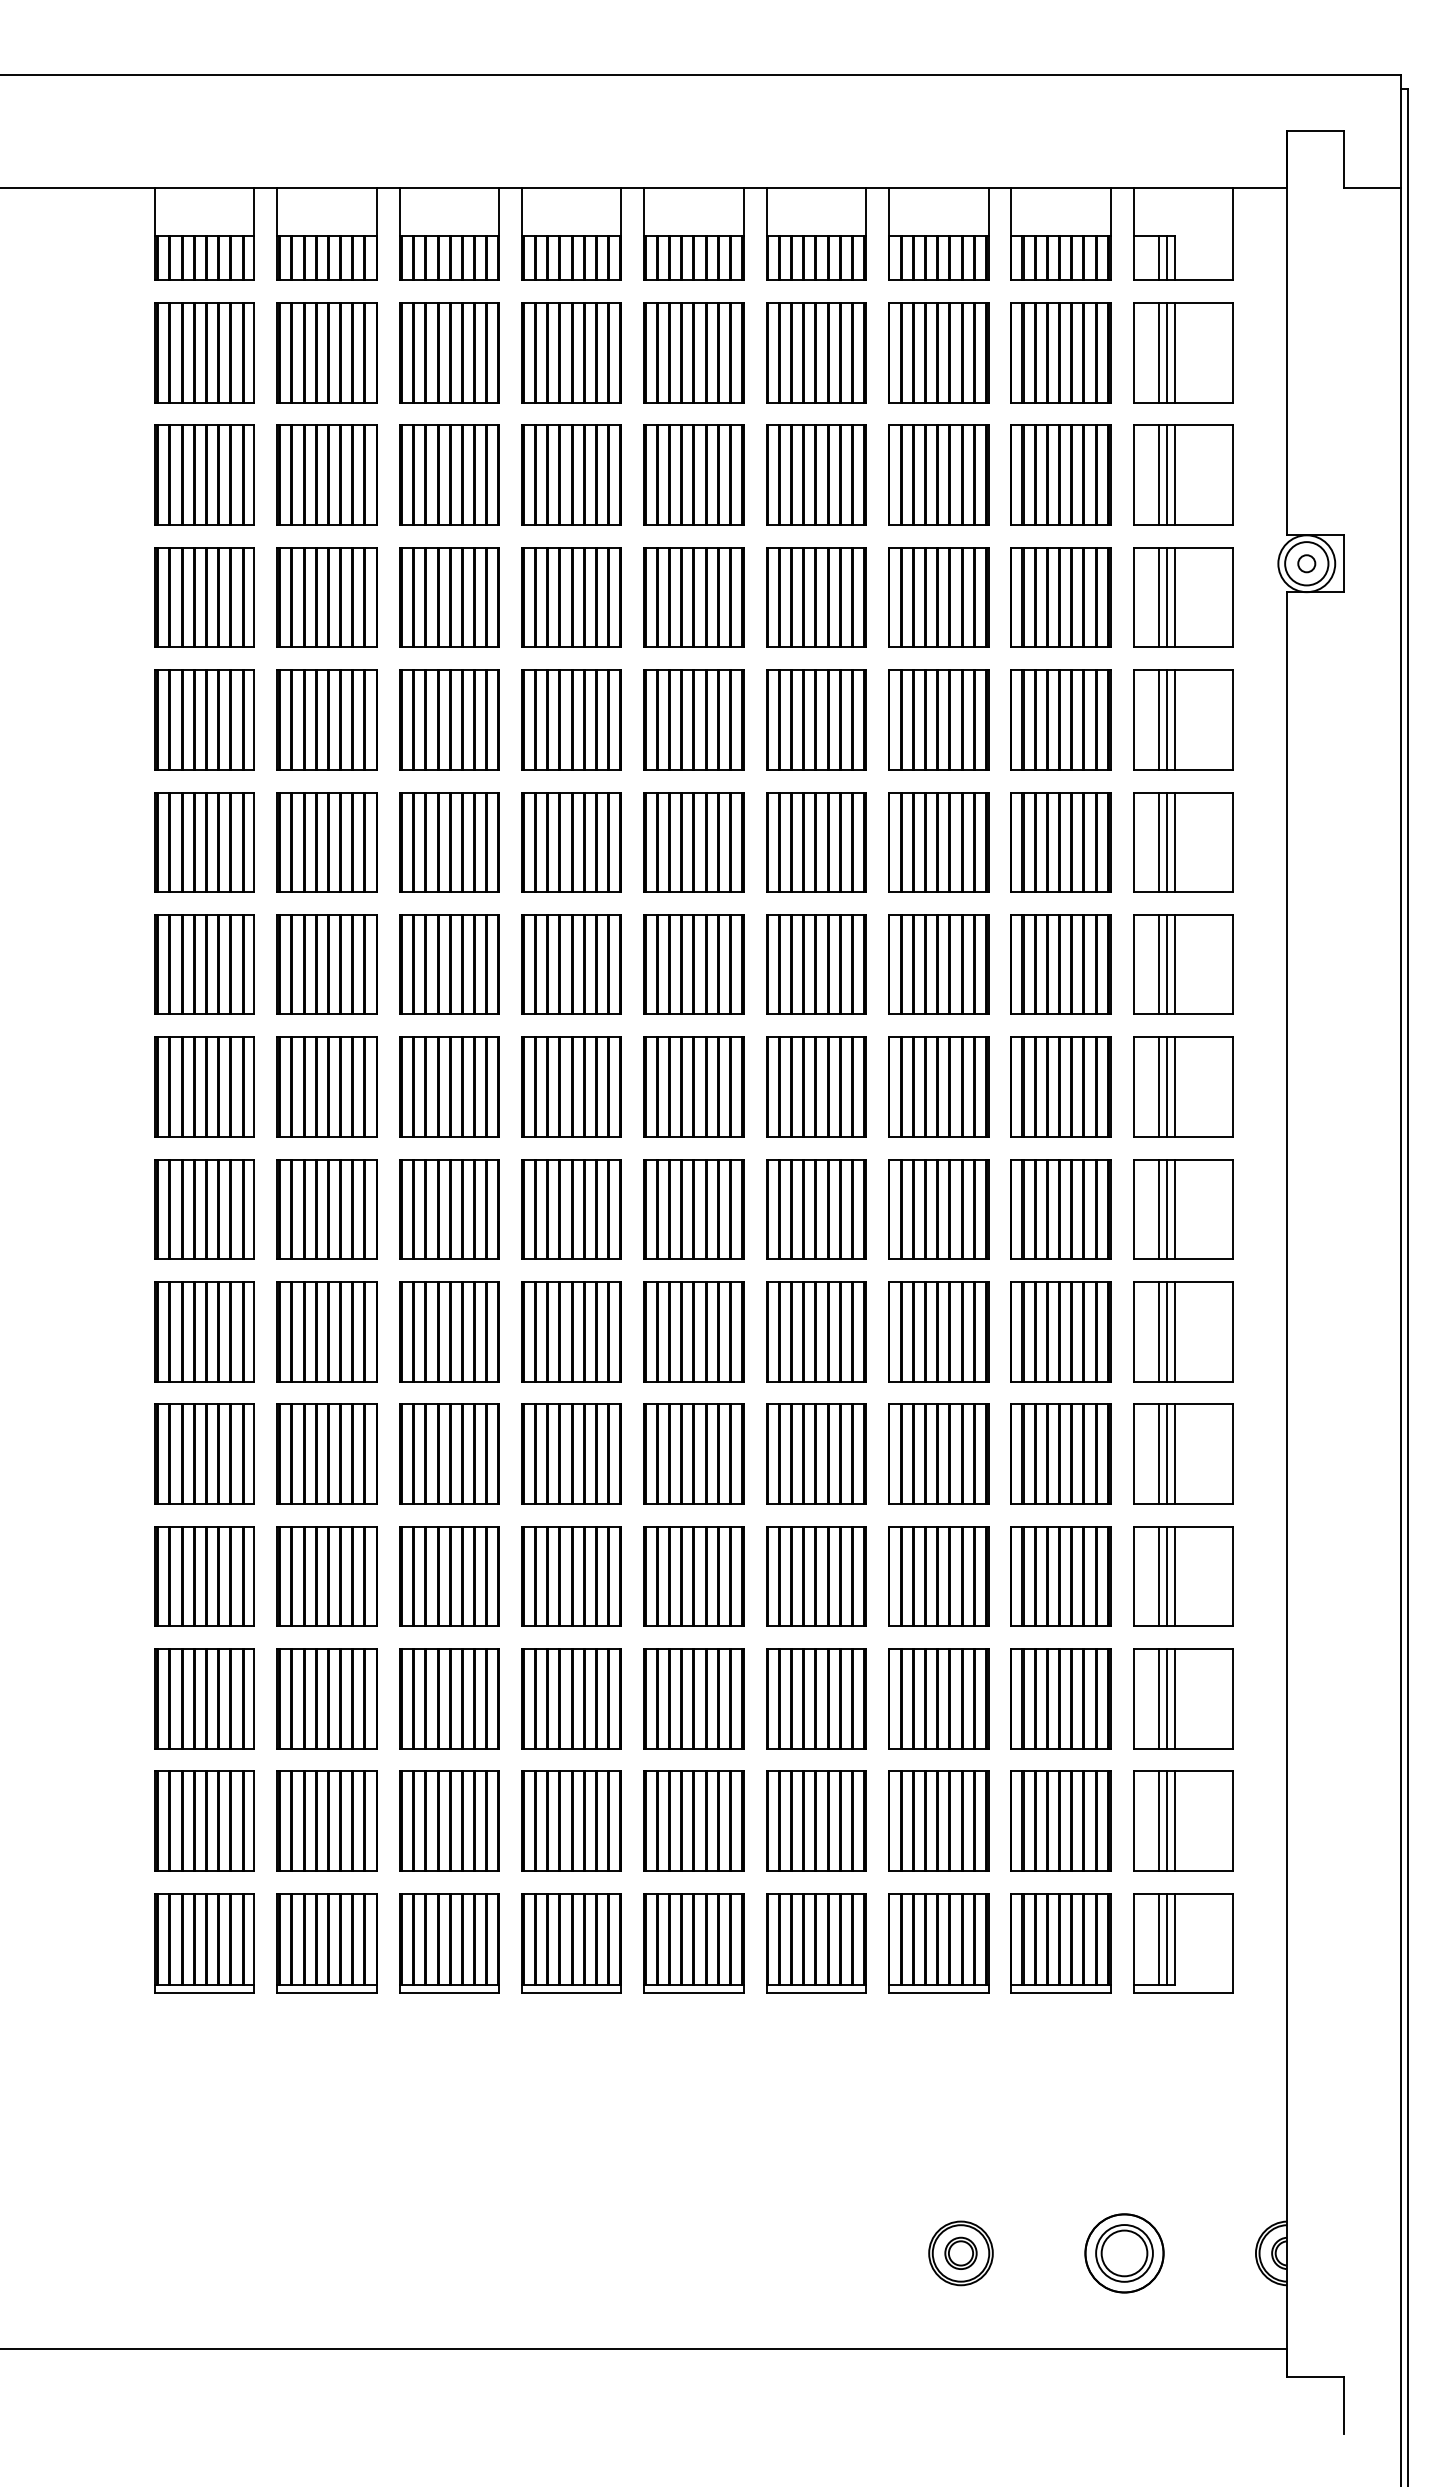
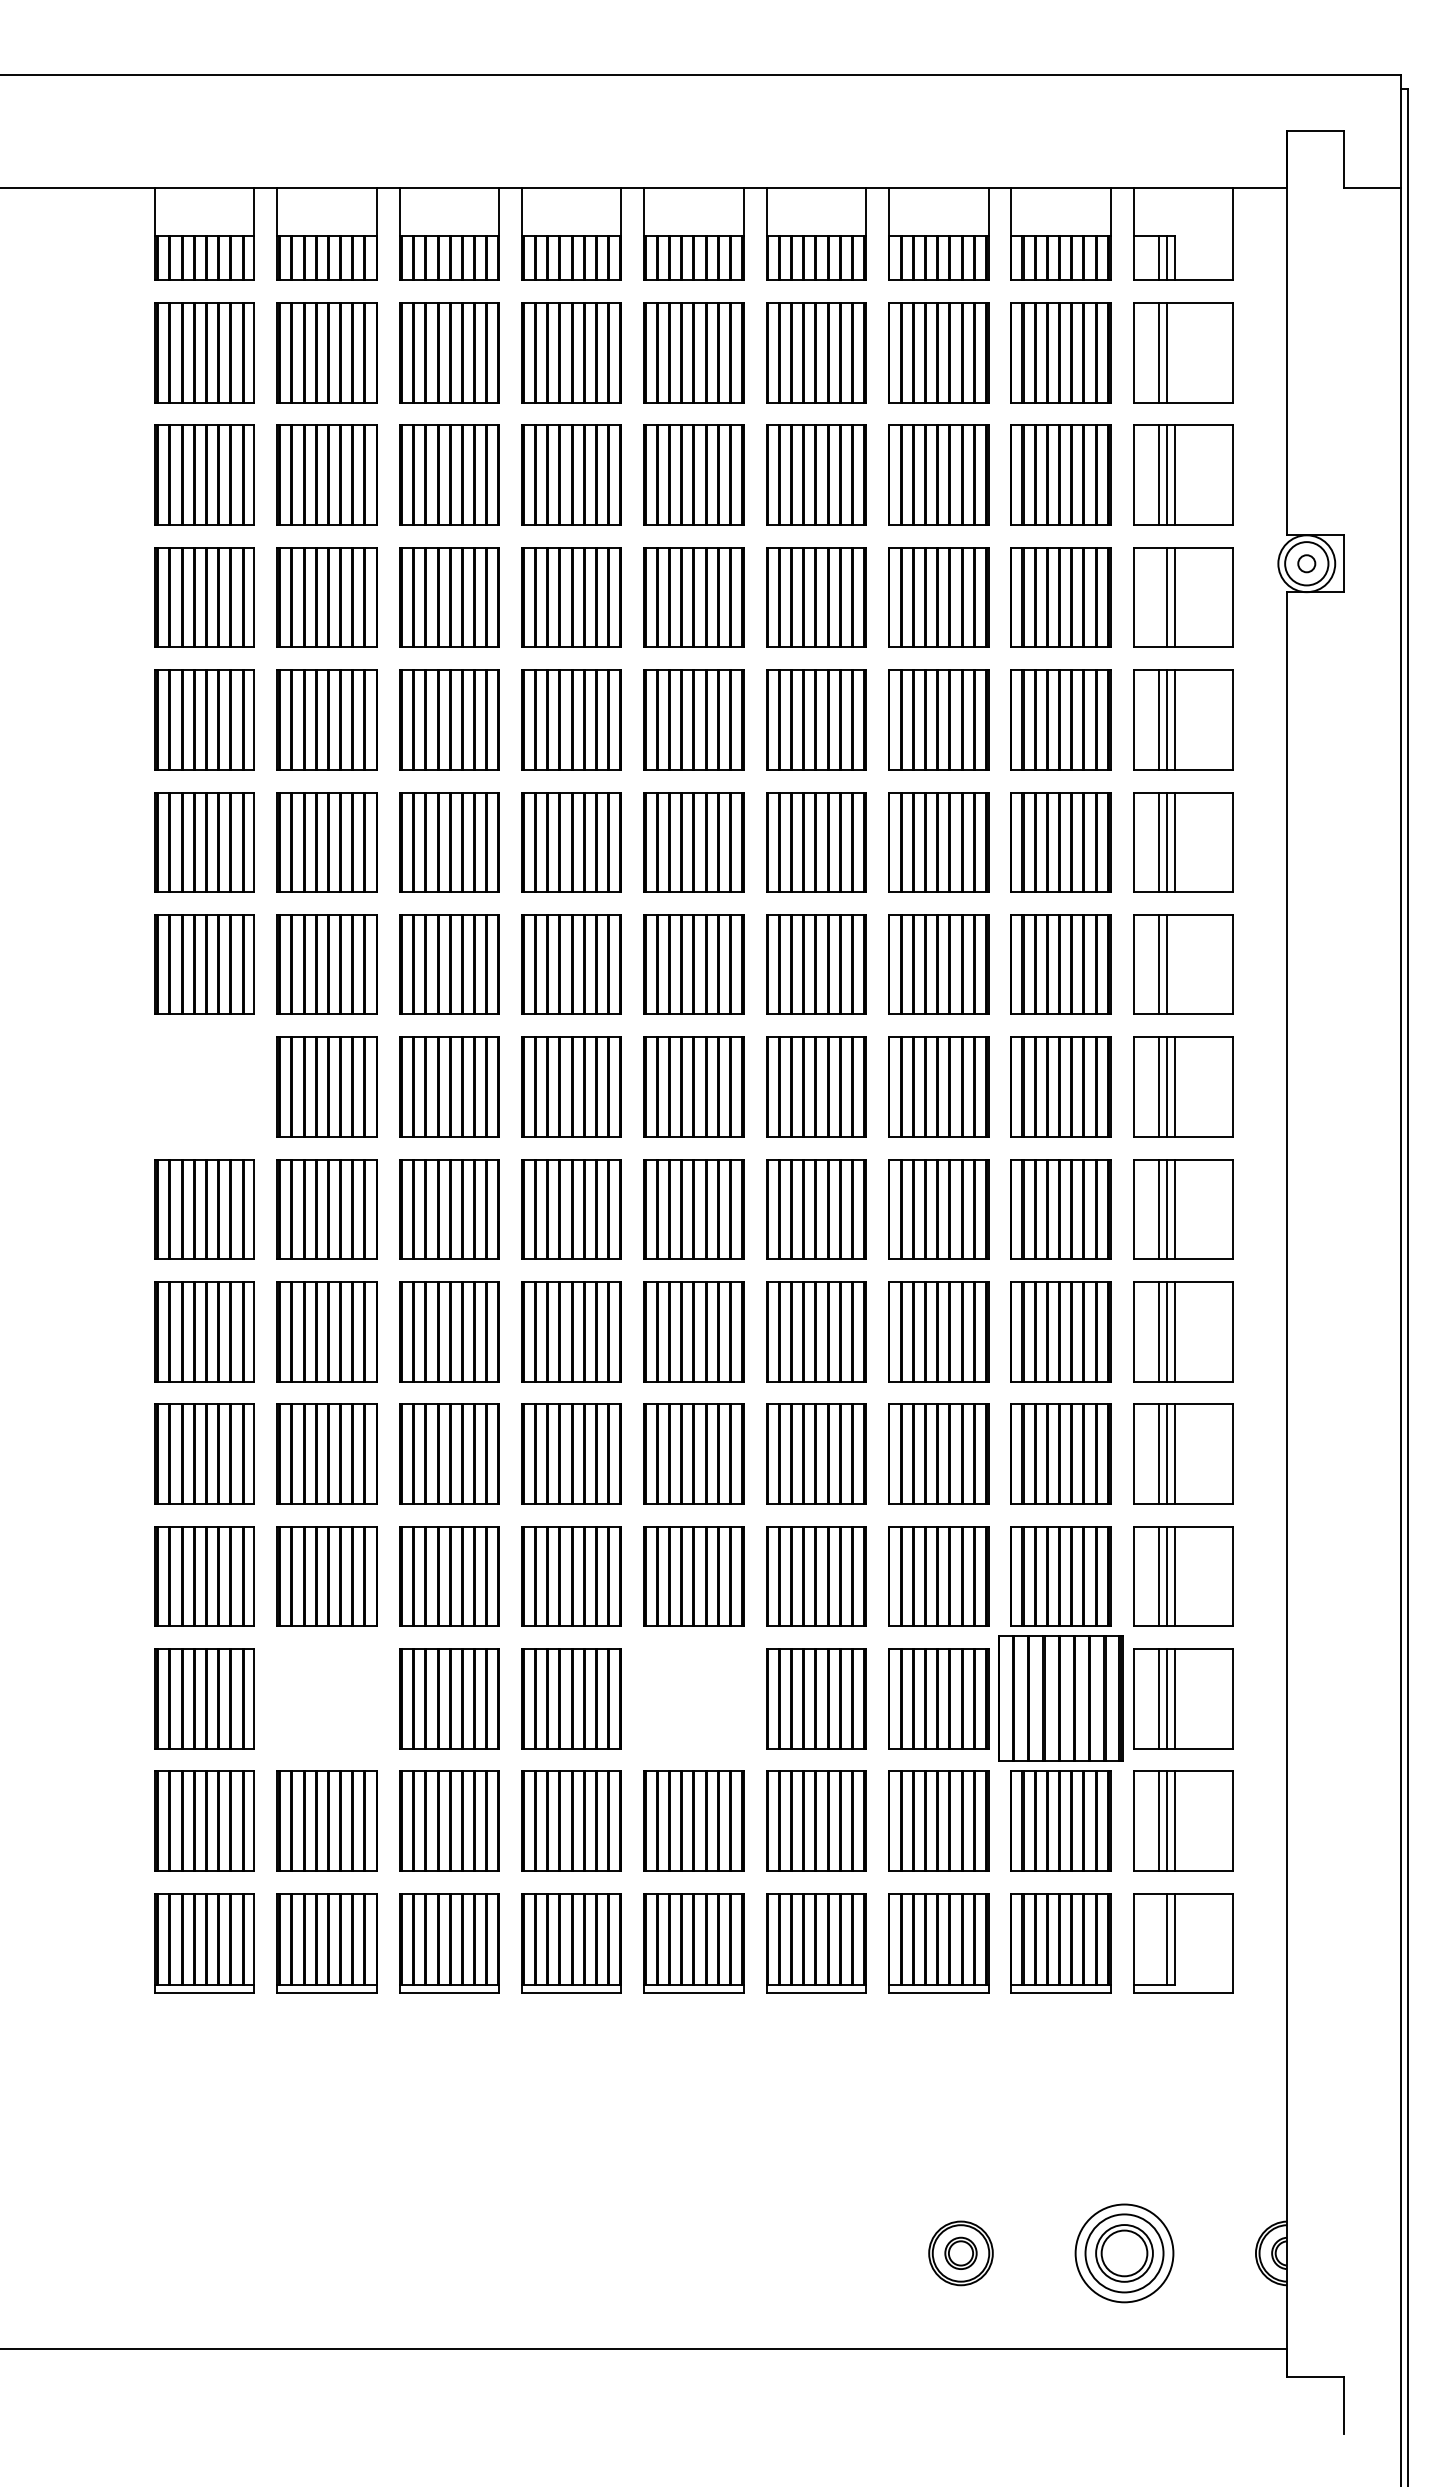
line at (1175, 352): present -> none
line at (1158, 597): present -> none
line at (1175, 964): present -> none
part at (204, 1086): present -> none
part at (326, 1698): present -> none
part at (693, 1698): present -> none
part at (1060, 1698) size: 102x102 px -> 126x127 px
line at (1158, 1939): present -> none
circle at (1124, 2253) diameter: 78 px -> 98 px
